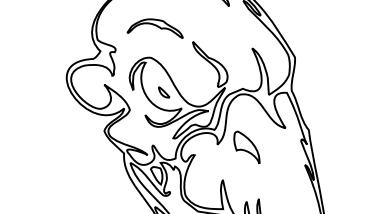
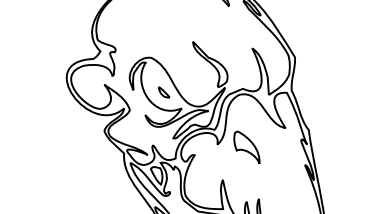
part at (154, 28): present -> none
